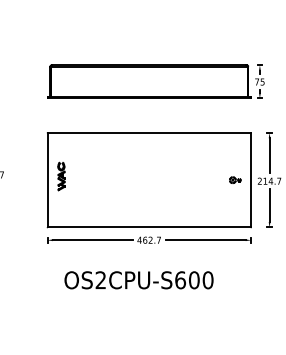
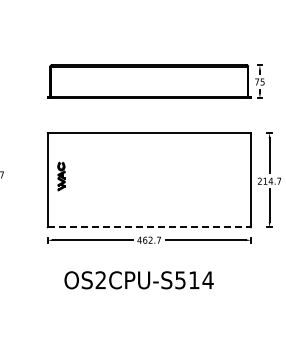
part at (235, 179): present -> none
line at (149, 227): solid -> dashed
text at (194, 280): OS2CPU-S600 -> OS2CPU-S514
